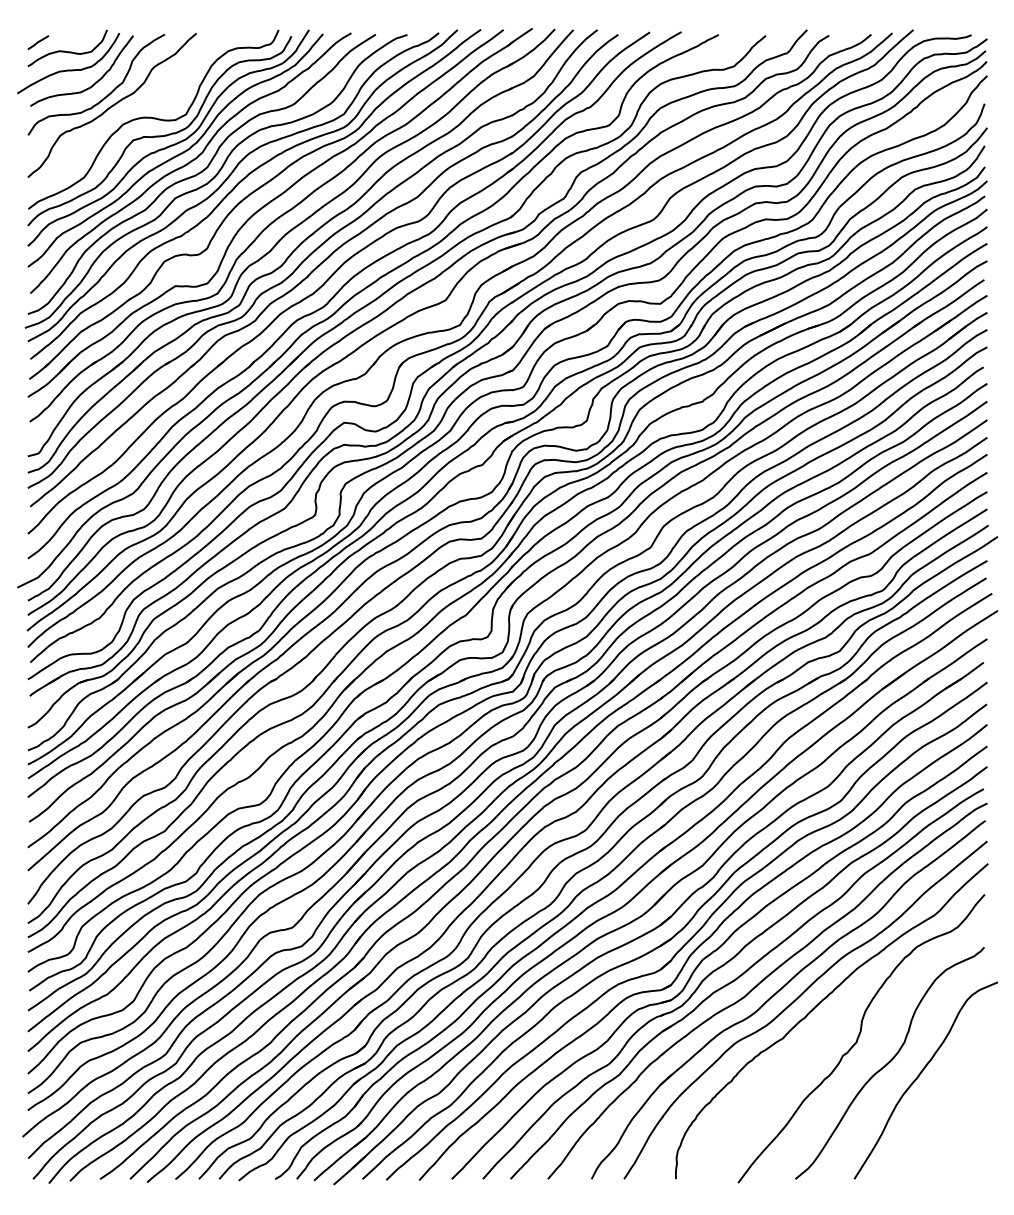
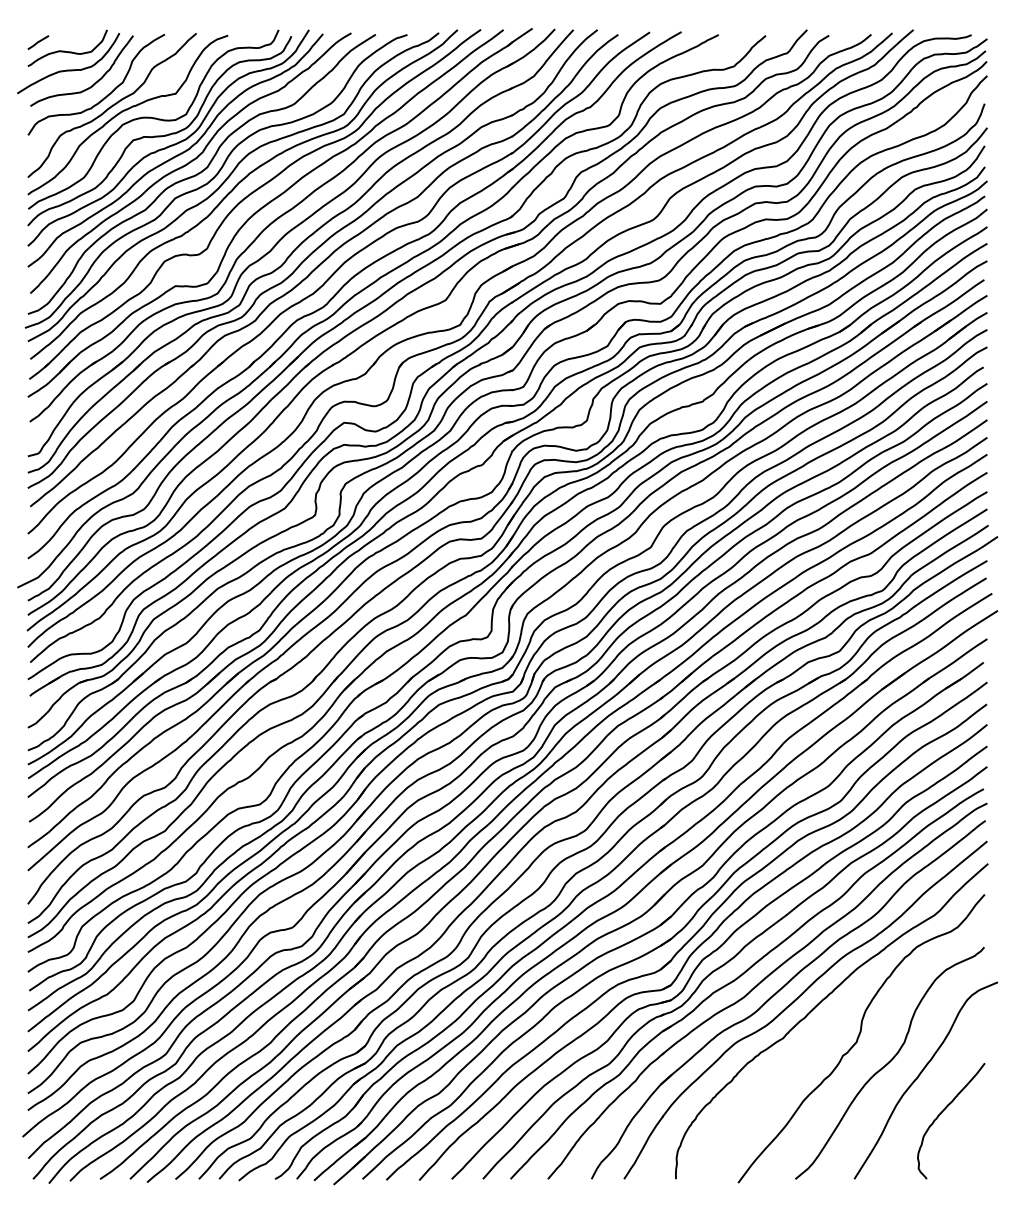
curve at (127, 110): none -> present
curve at (943, 1111): none -> present
